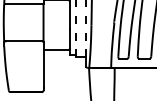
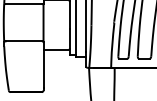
line at (86, 26): dashed -> solid
line at (76, 28): dashed -> solid
